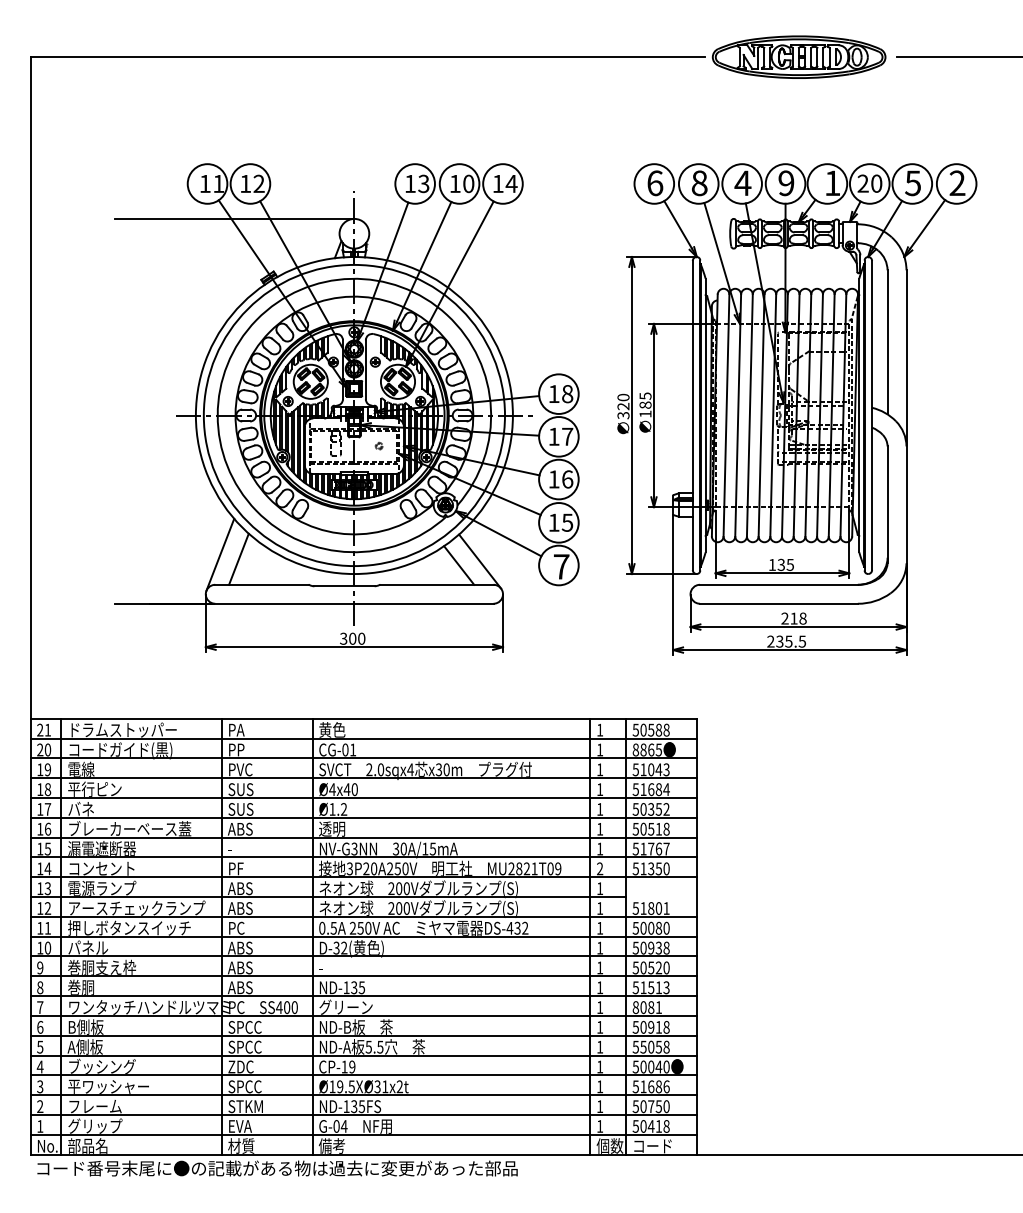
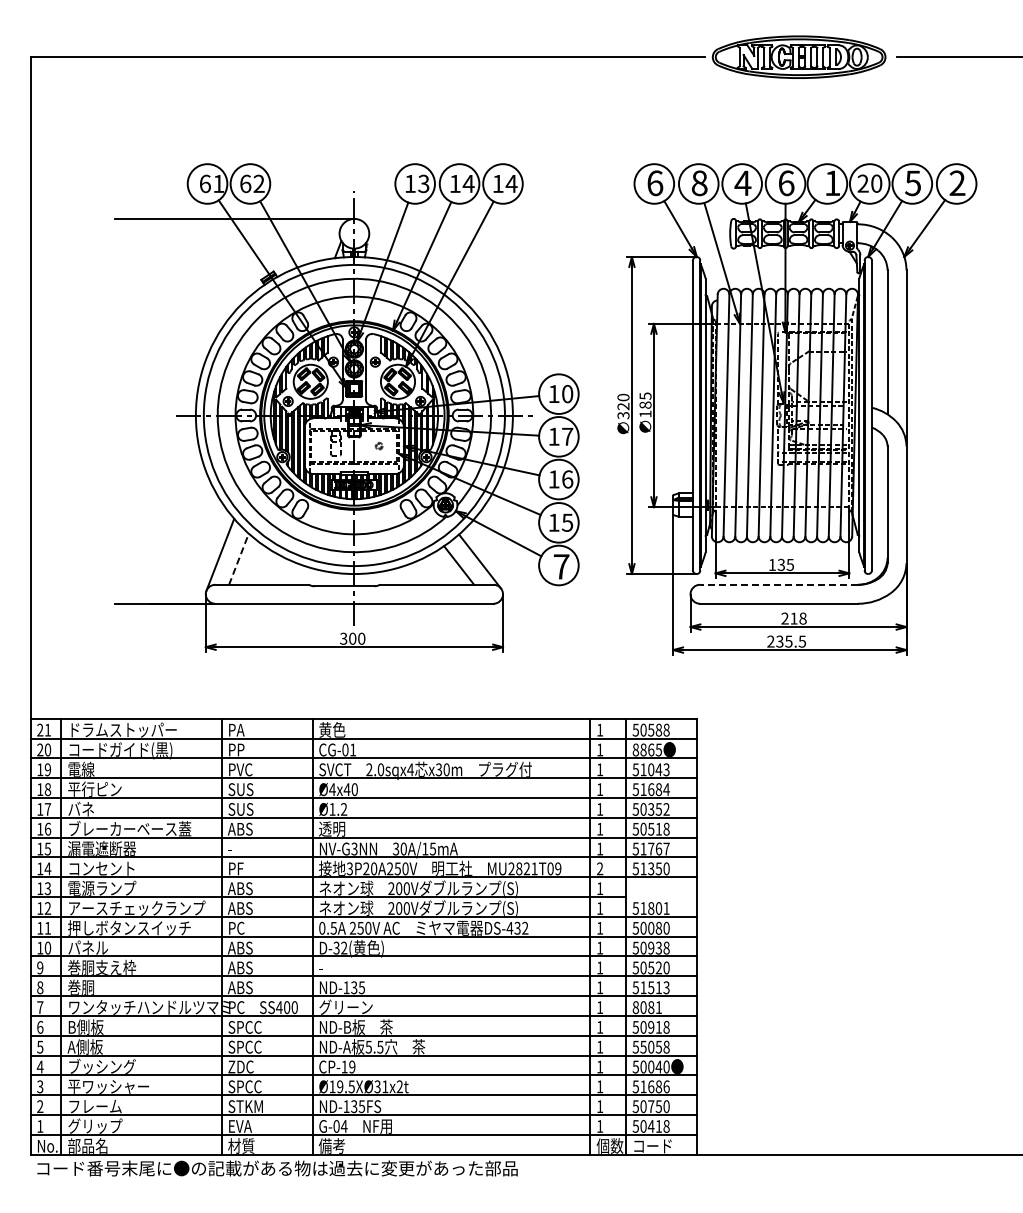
text at (205, 183): 11 -> 61
text at (245, 183): 12 -> 62
text at (468, 183): 10 -> 14
text at (786, 183): 9 -> 6
text at (567, 393): 18 -> 10
line at (239, 558): solid -> dashed
line at (778, 584): solid -> dashed
